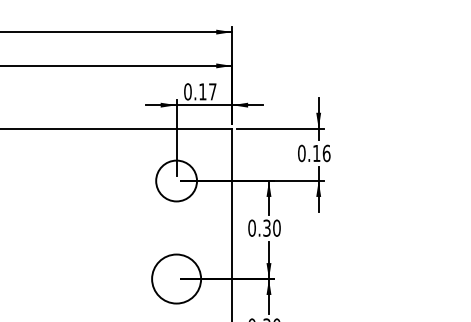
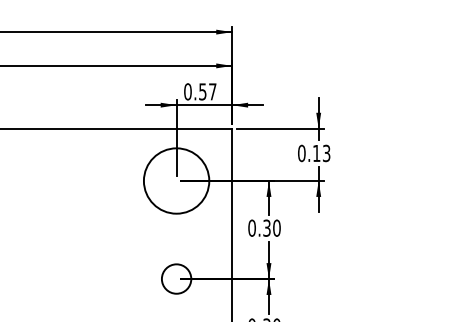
text at (202, 91): 0.17 -> 0.57
text at (326, 153): 0.16 -> 0.13
circle at (176, 180) diameter: 41 px -> 65 px
circle at (176, 278) diameter: 49 px -> 29 px
